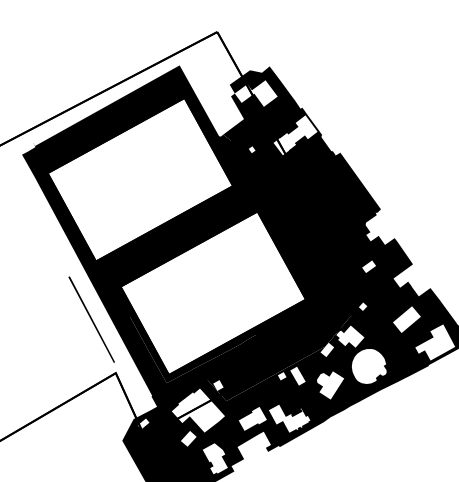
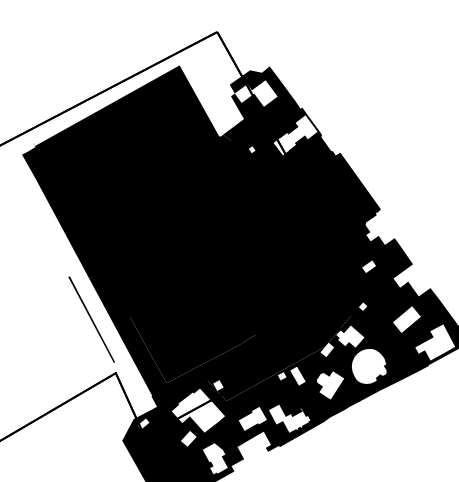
fill at (140, 179): none -> present
fill at (213, 293): none -> present
